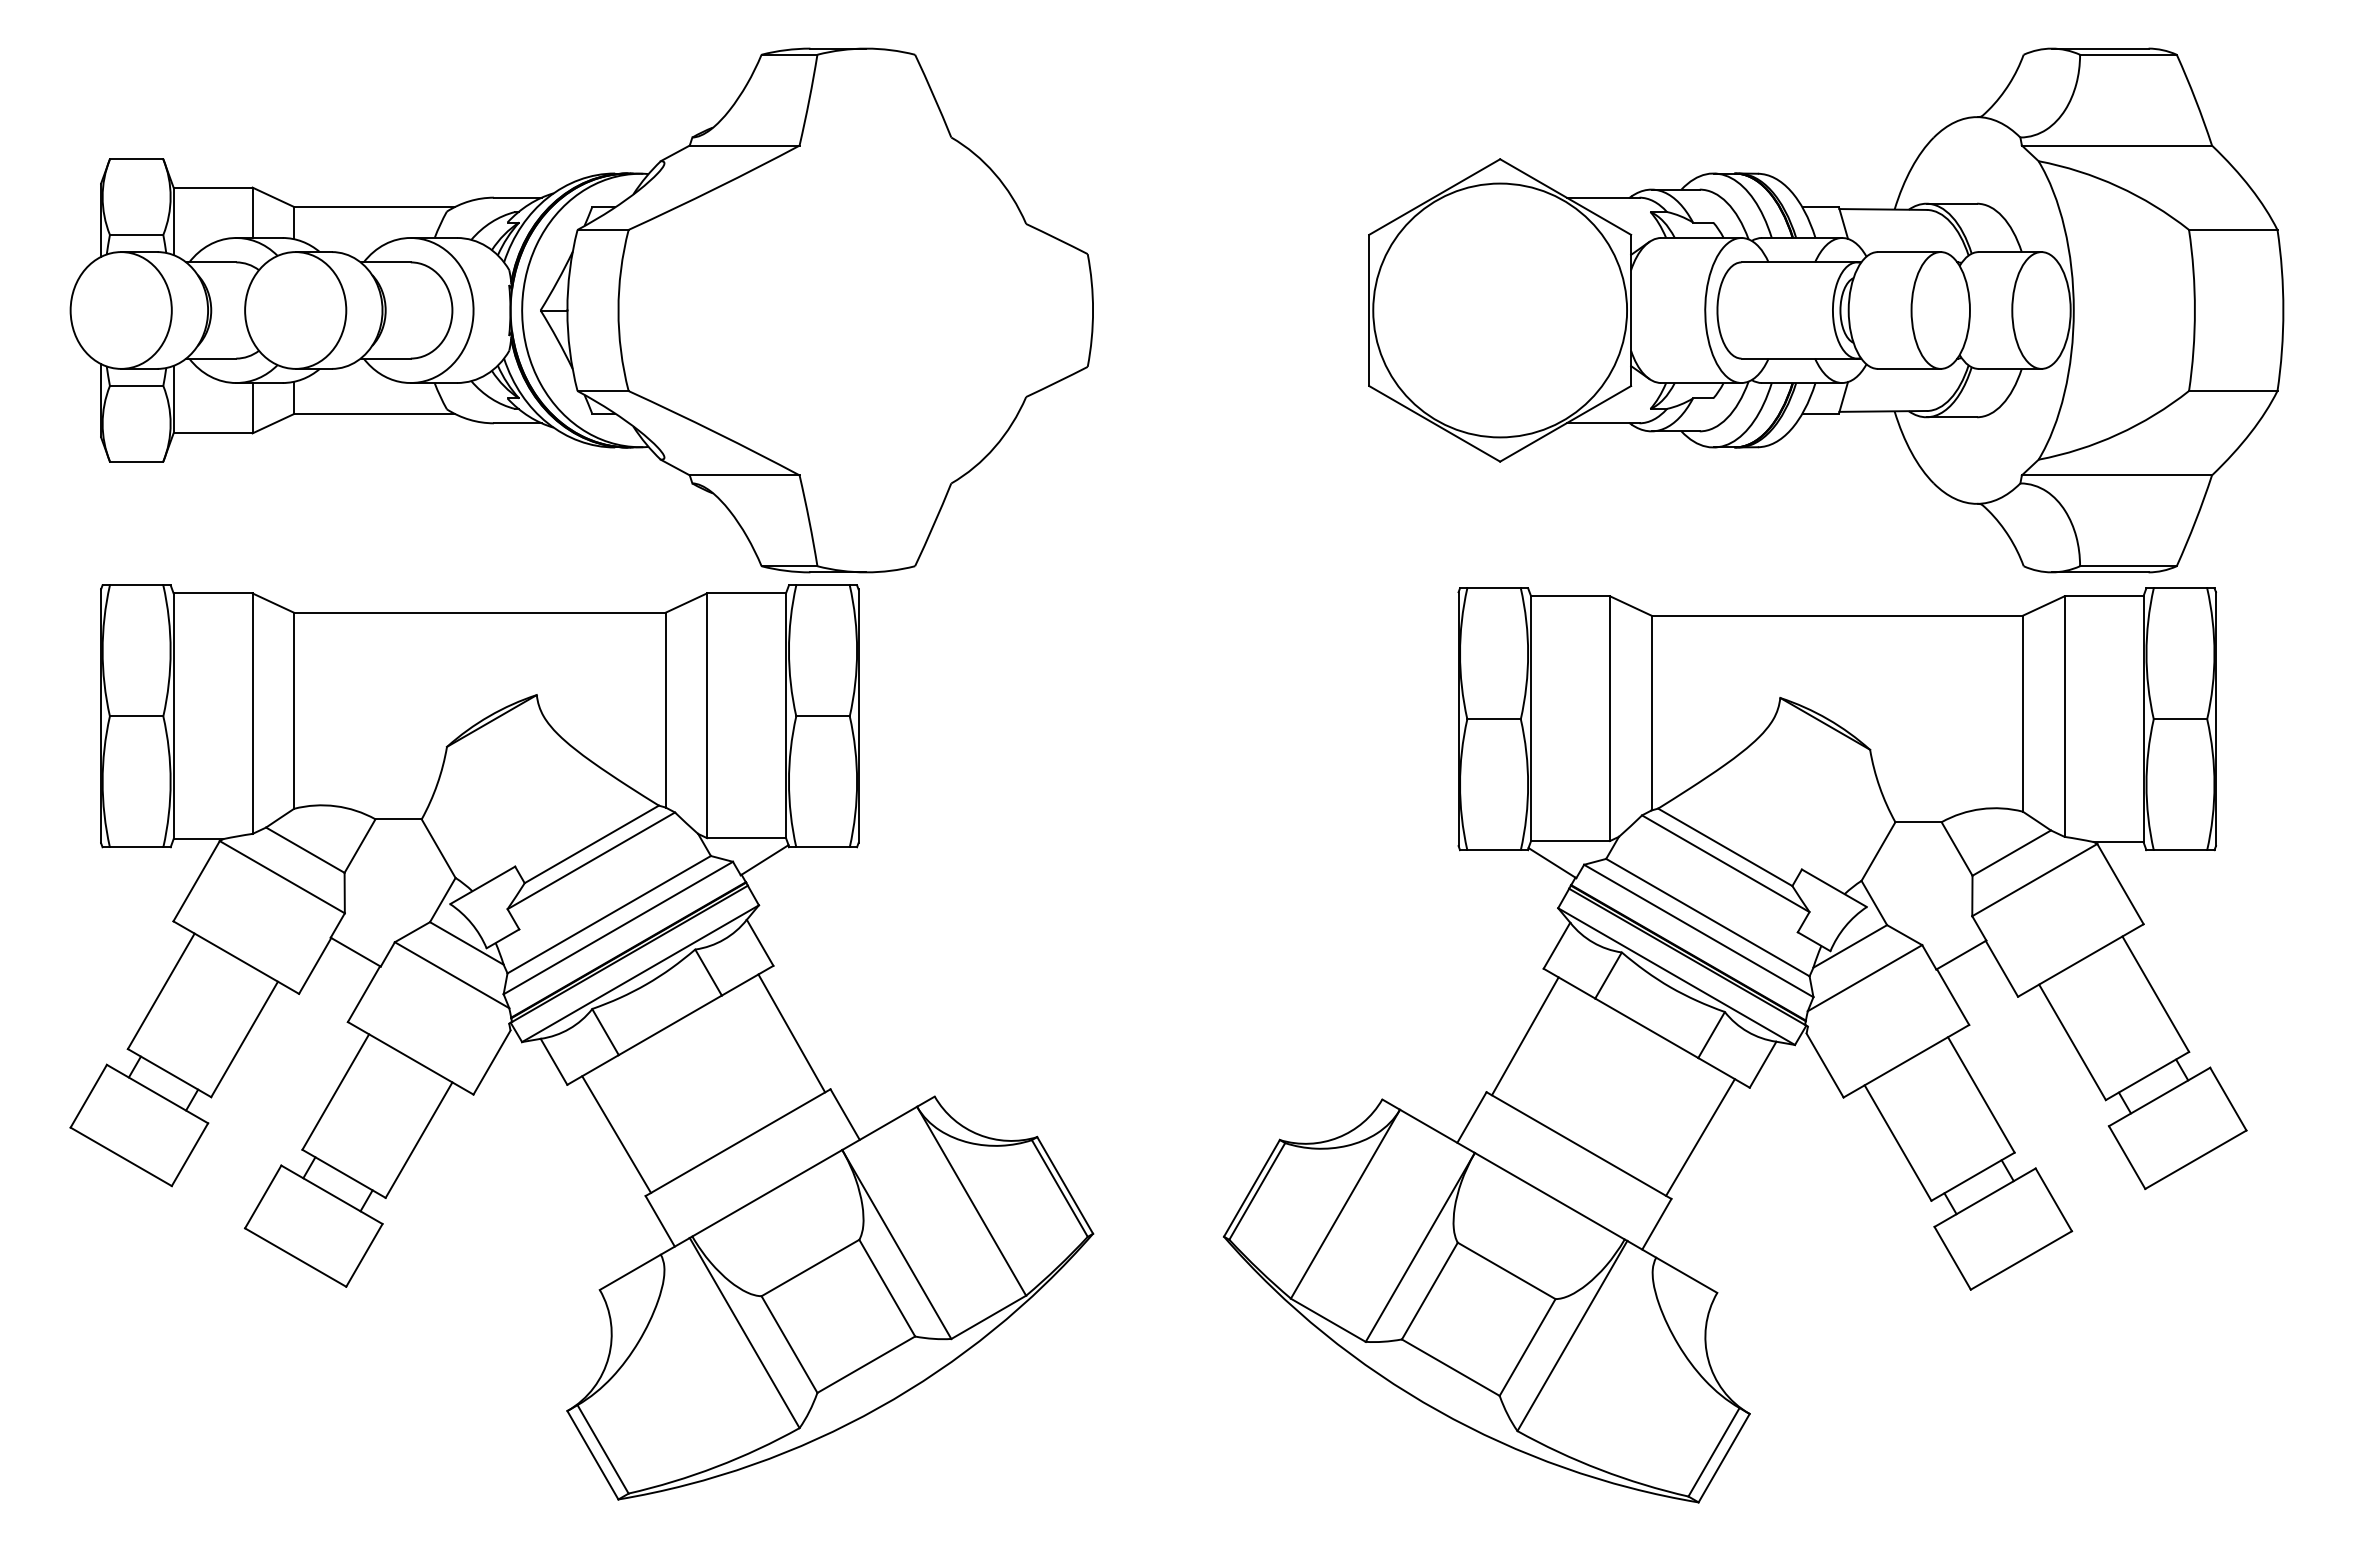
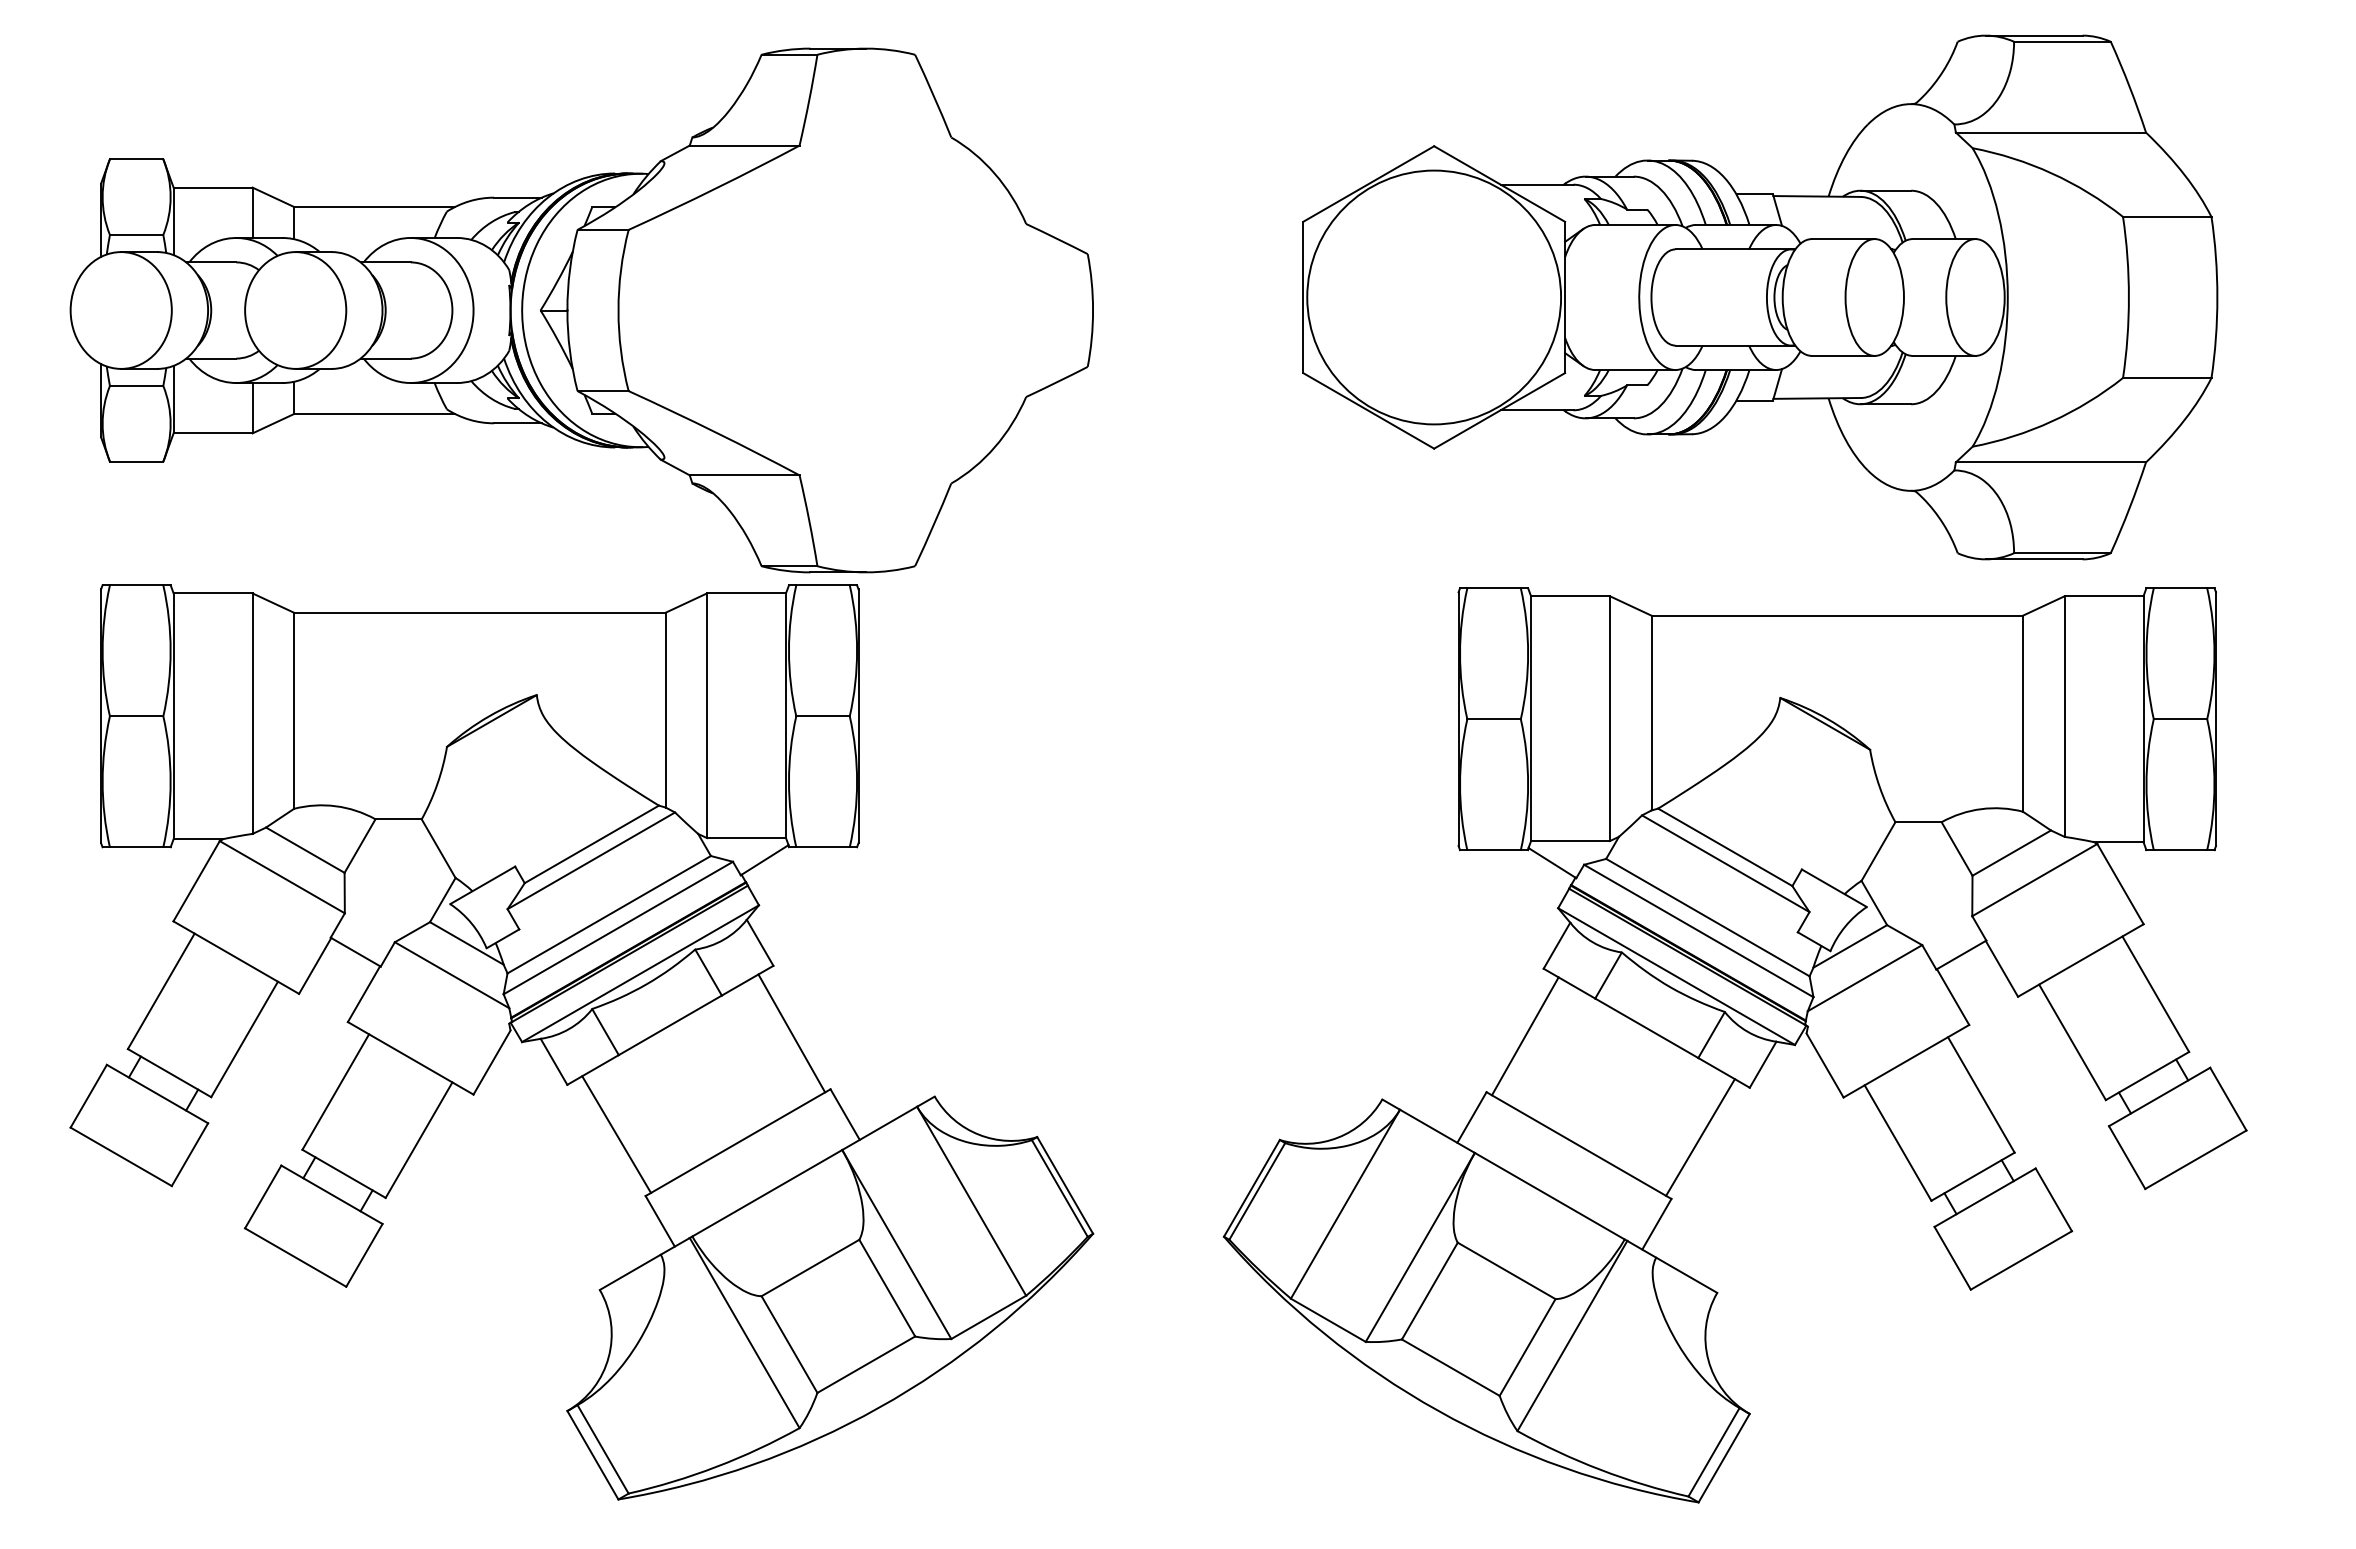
part at (1826, 310) position: (1826, 310) -> (1760, 297)
